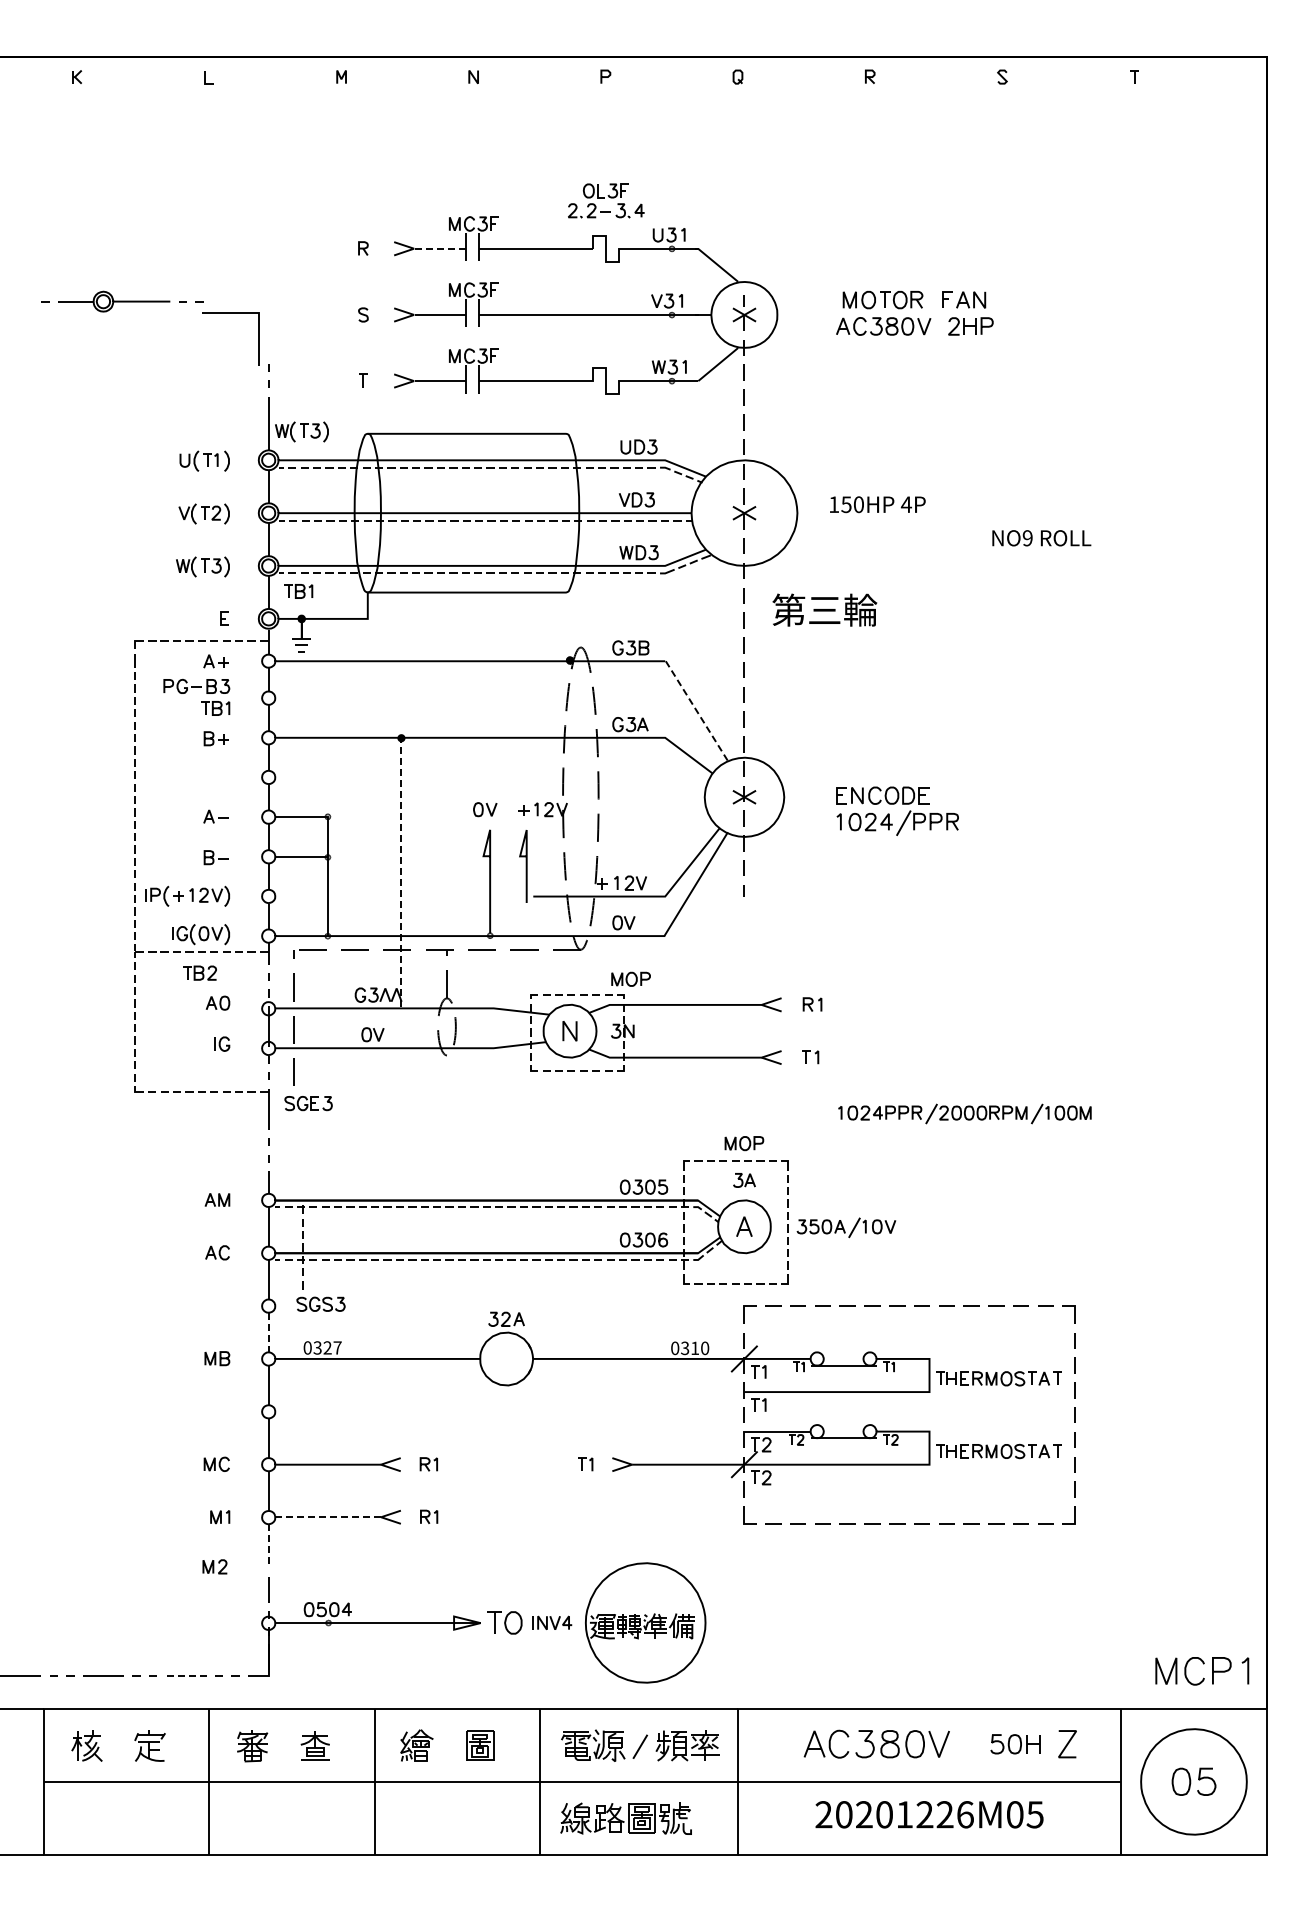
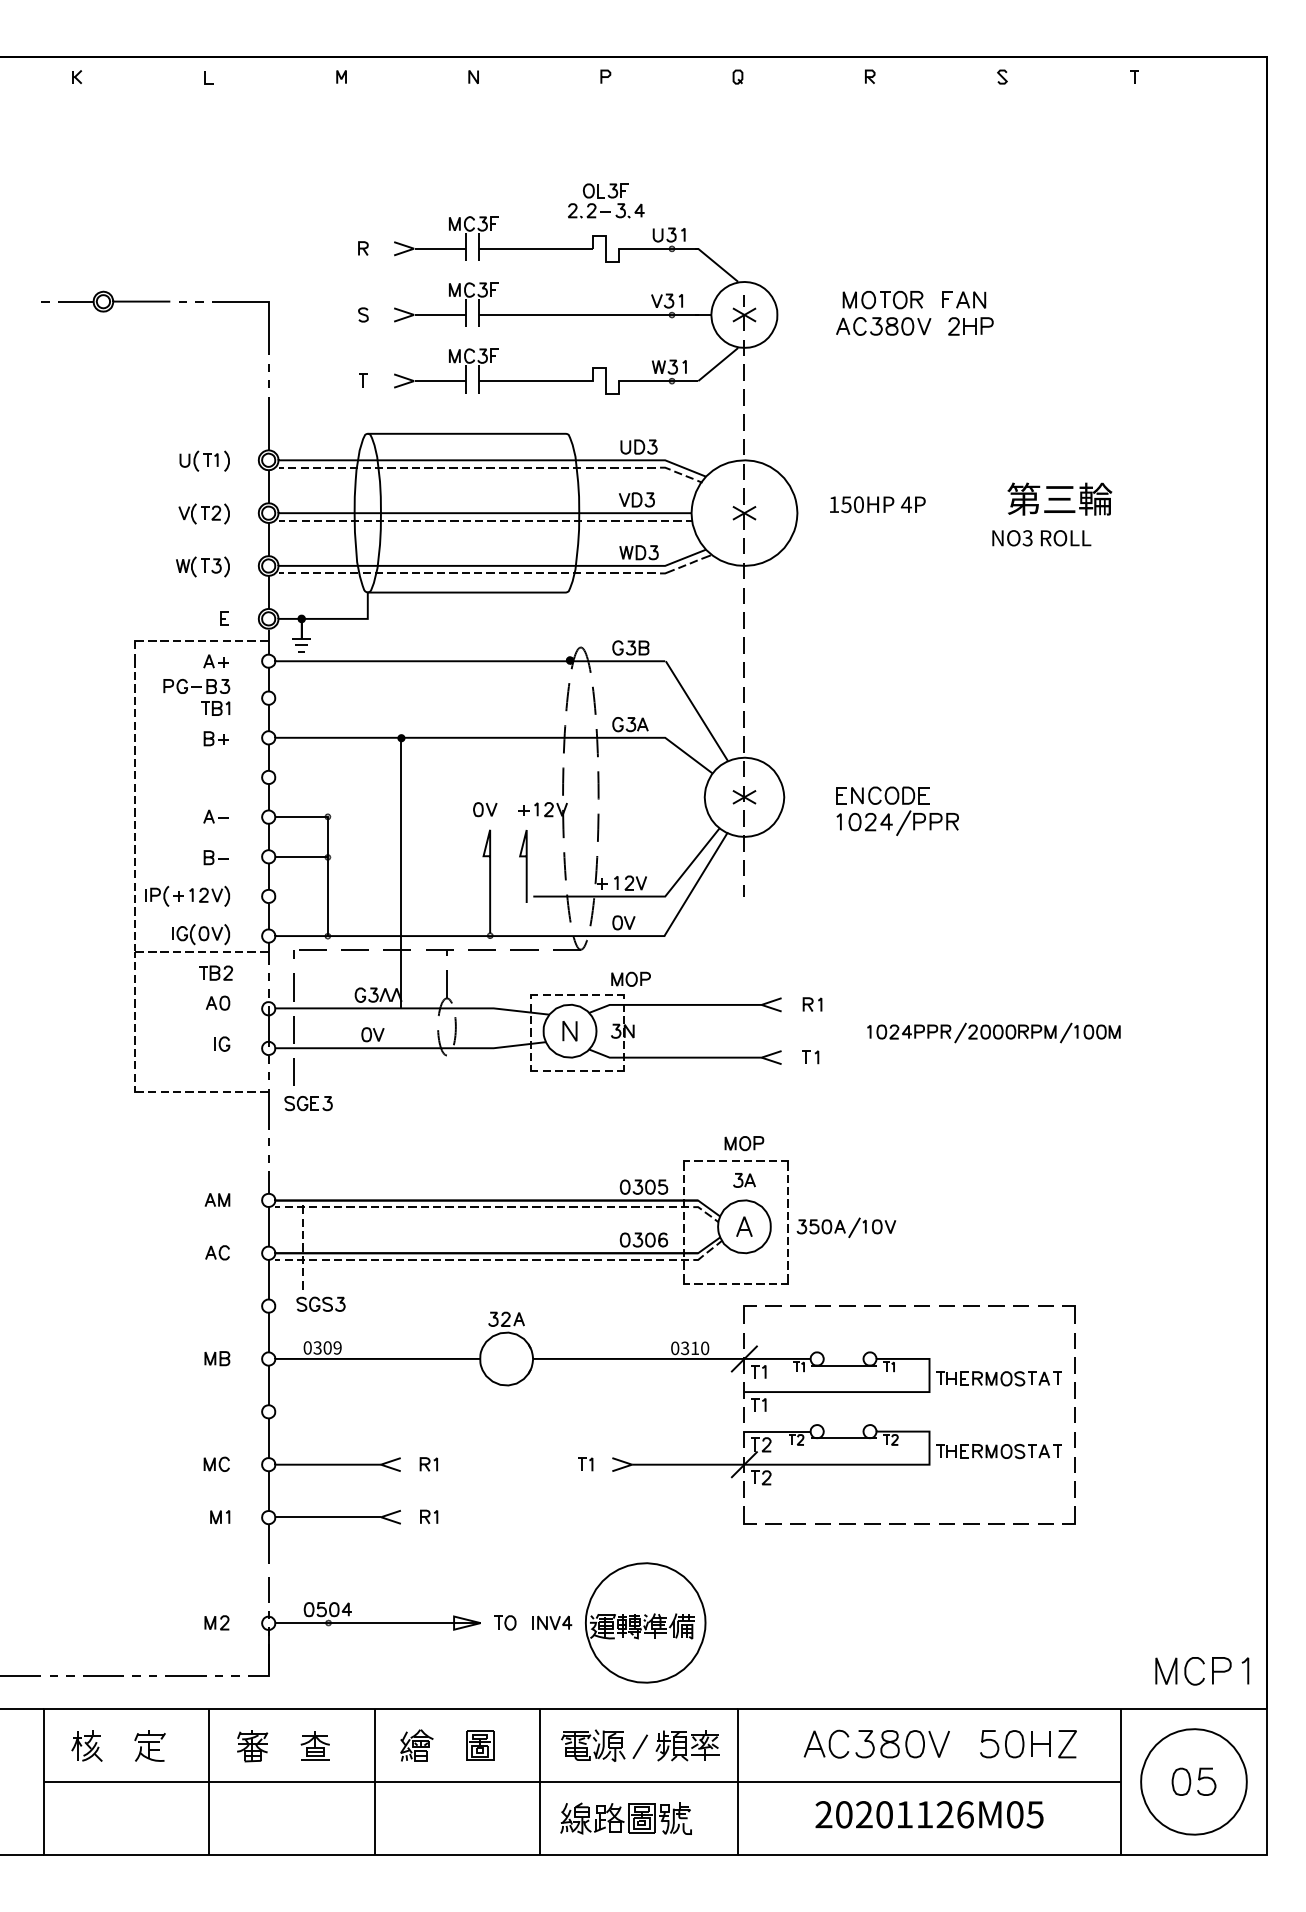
line at (440, 248): dashed -> solid
line at (230, 313) position: (230, 313) -> (240, 302)
part at (301, 431): present -> none
text at (1027, 538): NO9 -> NO3
part at (298, 591): present -> none
text at (824, 609) position: (824, 609) -> (1059, 498)
line at (696, 711): dashed -> solid
line at (401, 872): dashed -> solid
part at (199, 972) position: (199, 972) -> (215, 972)
part at (964, 1113) position: (964, 1113) -> (993, 1032)
line at (268, 1332): dashed -> solid
text at (332, 1347): 0327 -> 0309
line at (328, 1517): dashed -> solid
line at (268, 1544): dashed -> solid
part at (214, 1566) position: (214, 1566) -> (216, 1622)
part at (504, 1622) size: 36x24 px -> 23x16 px
line at (186, 1676): dashed -> solid
part at (1015, 1744) size: 51x21 px -> 71x29 px
text at (924, 1814): 20201226M05 -> 20201126M05
